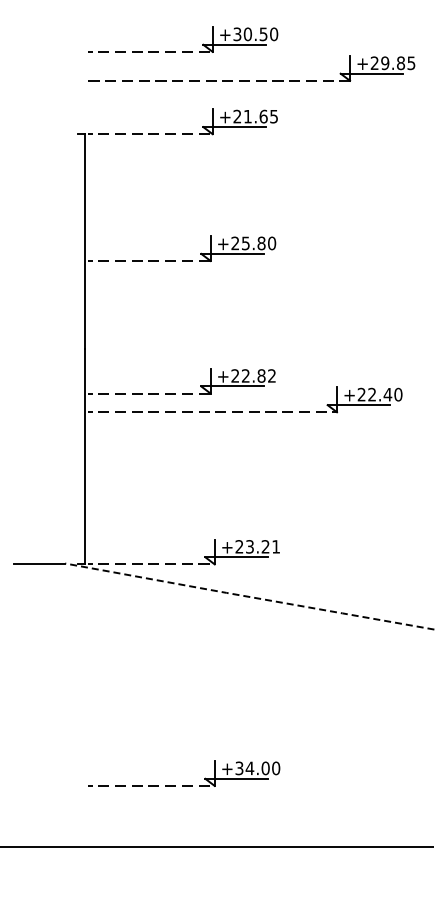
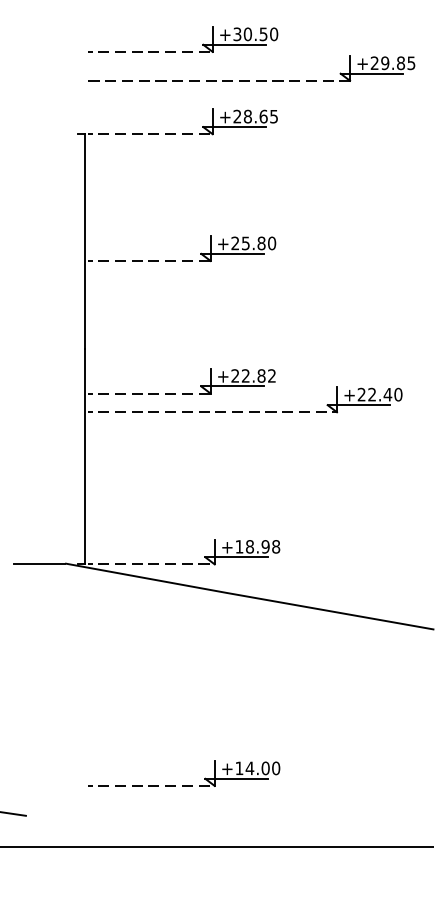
text at (247, 116): +21.65 -> +28.65
text at (257, 546): +23.21 -> +18.98
line at (249, 596): dashed -> solid
text at (239, 768): +34.00 -> +14.00
line at (13, 813): none -> present
